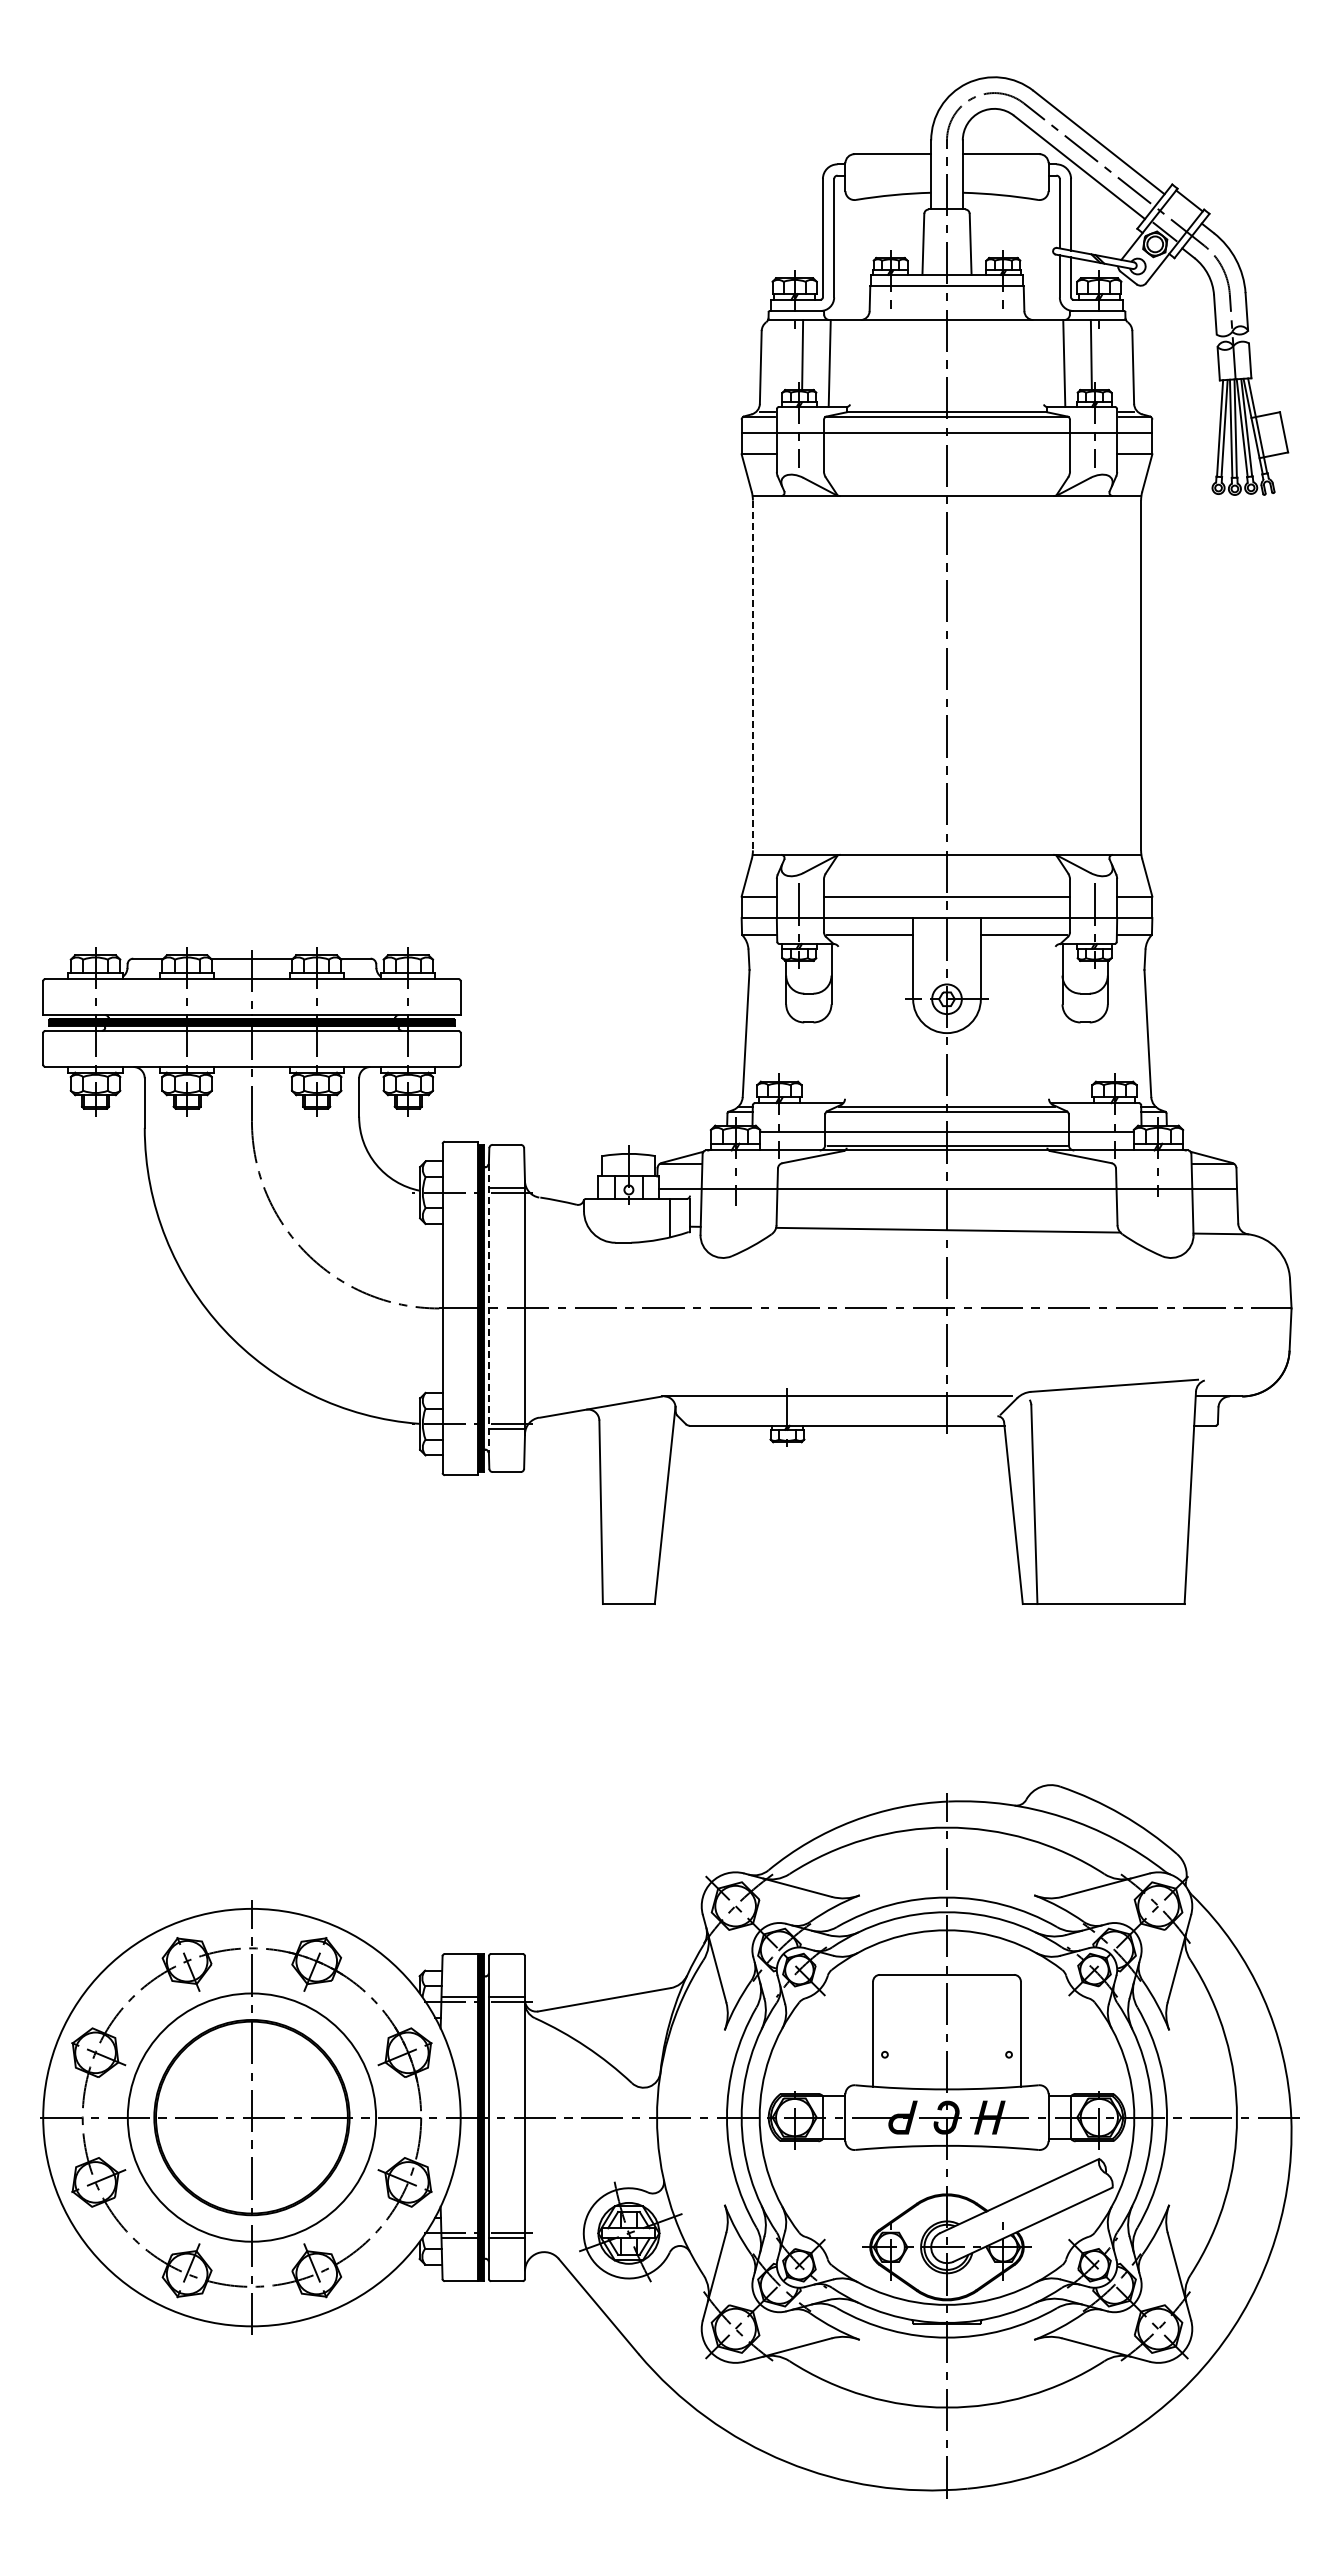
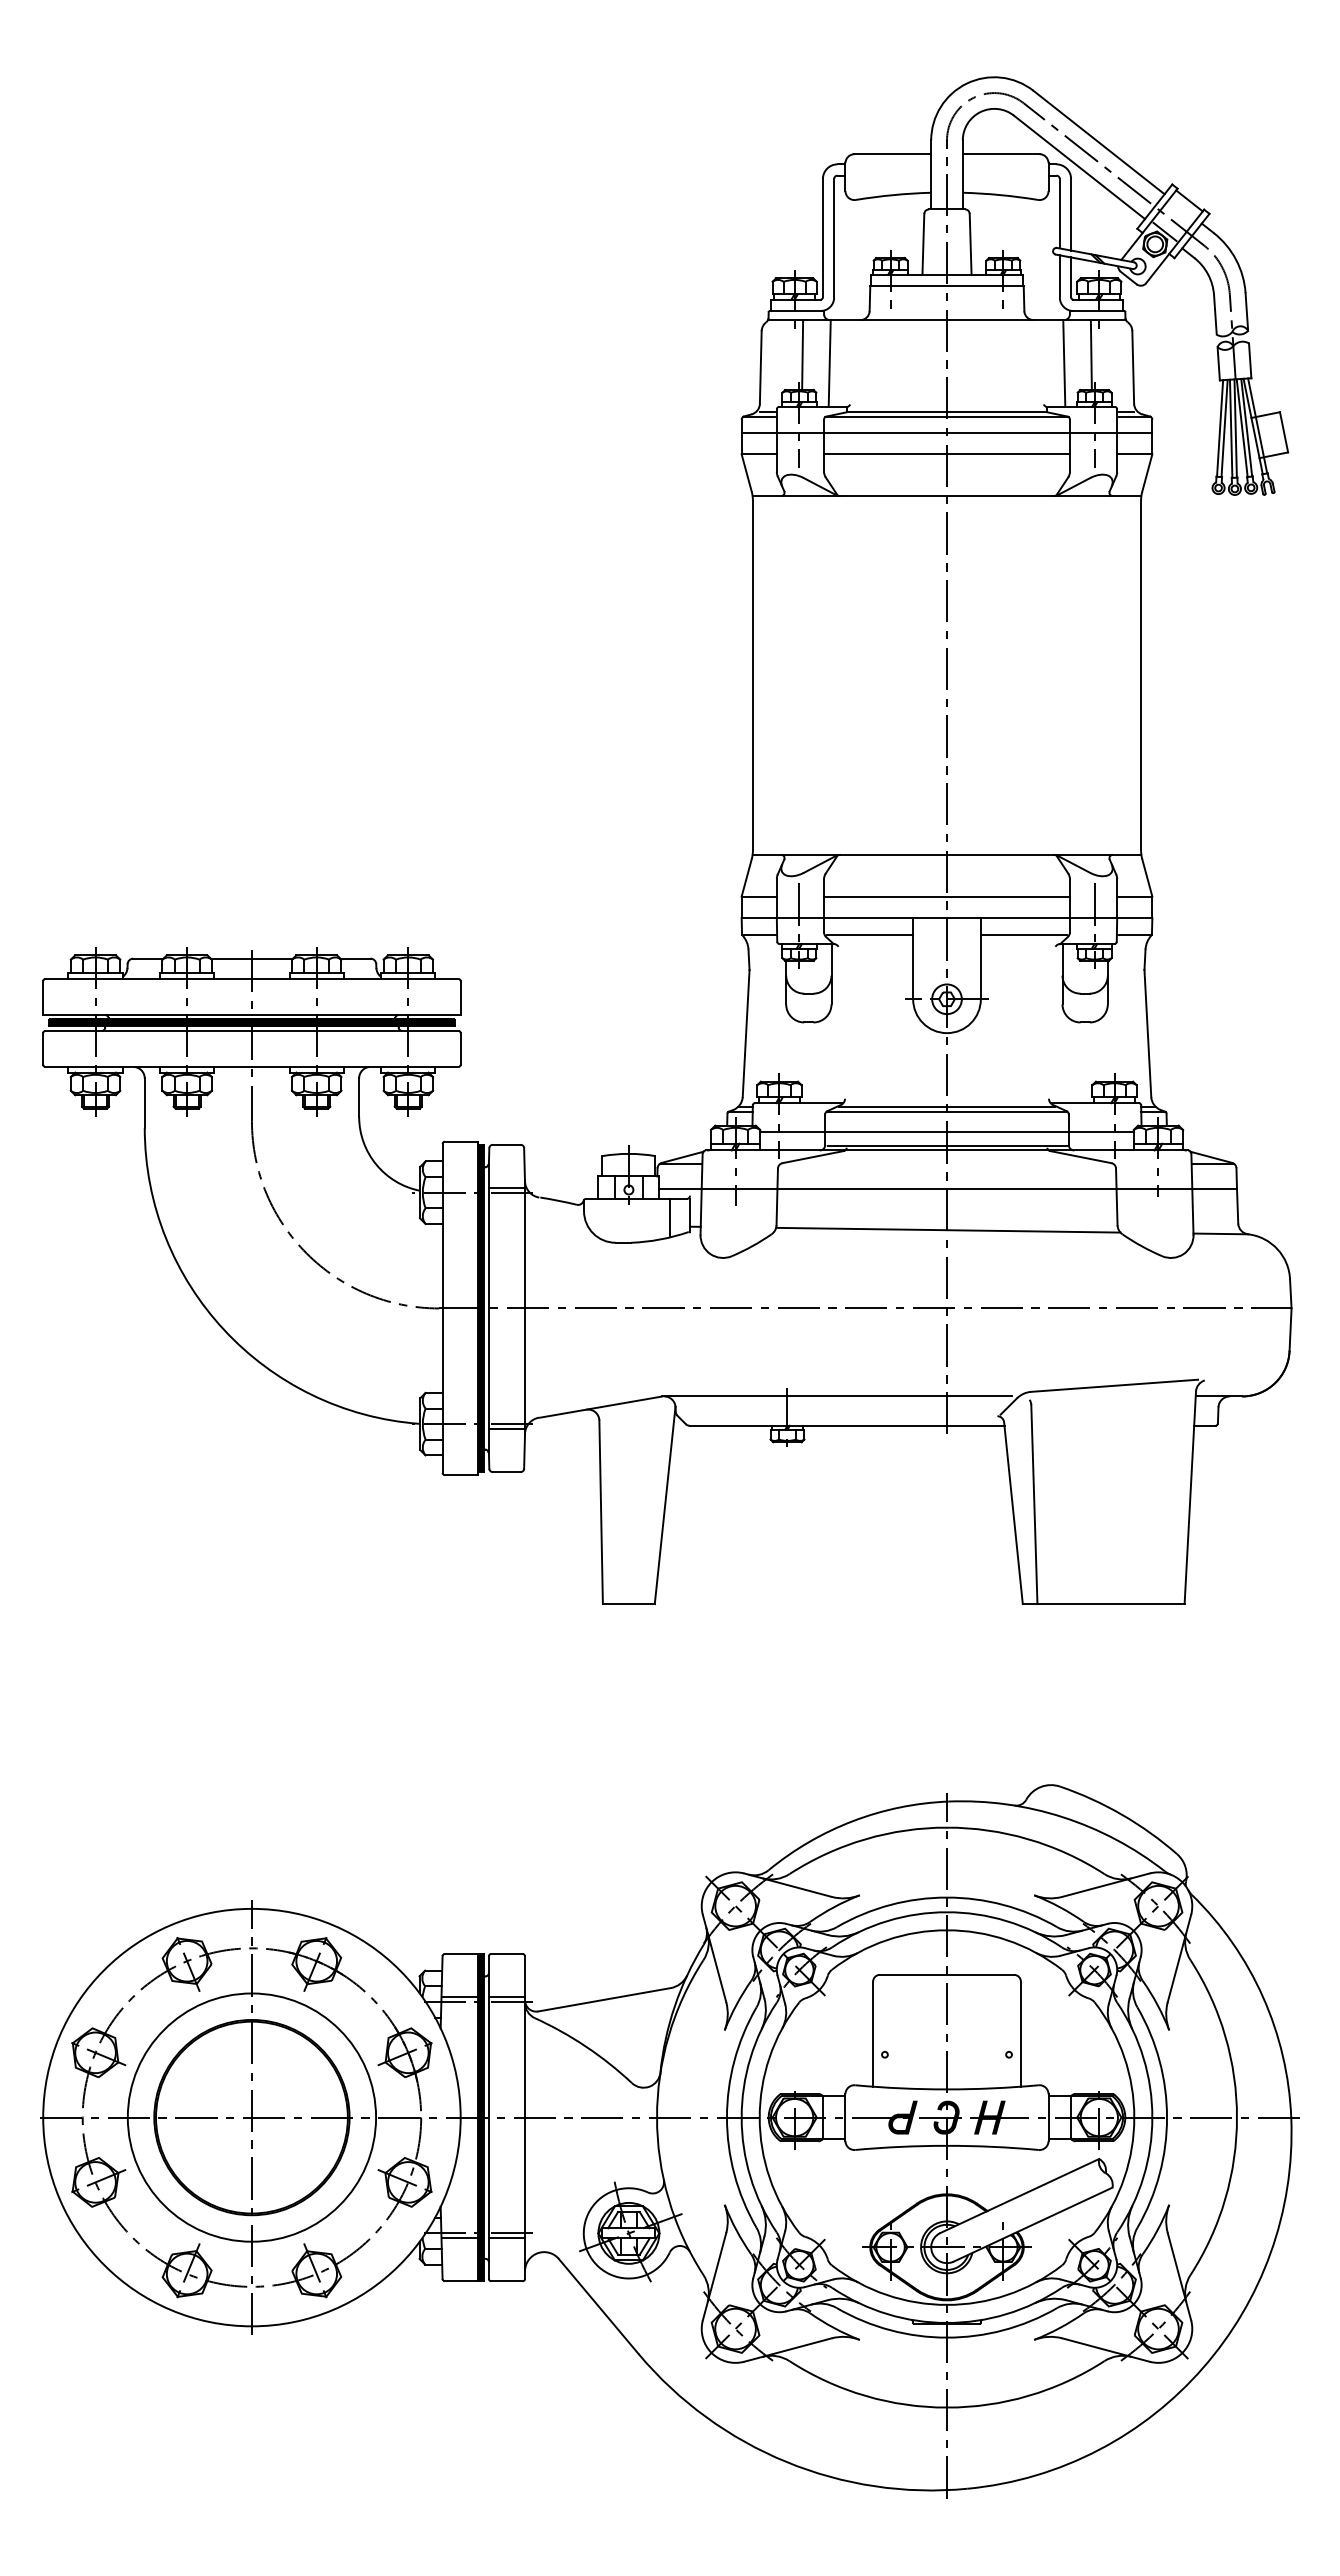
line at (946, 454): none -> present
line at (752, 675): dashed -> solid
line at (488, 1308): dashed -> solid
